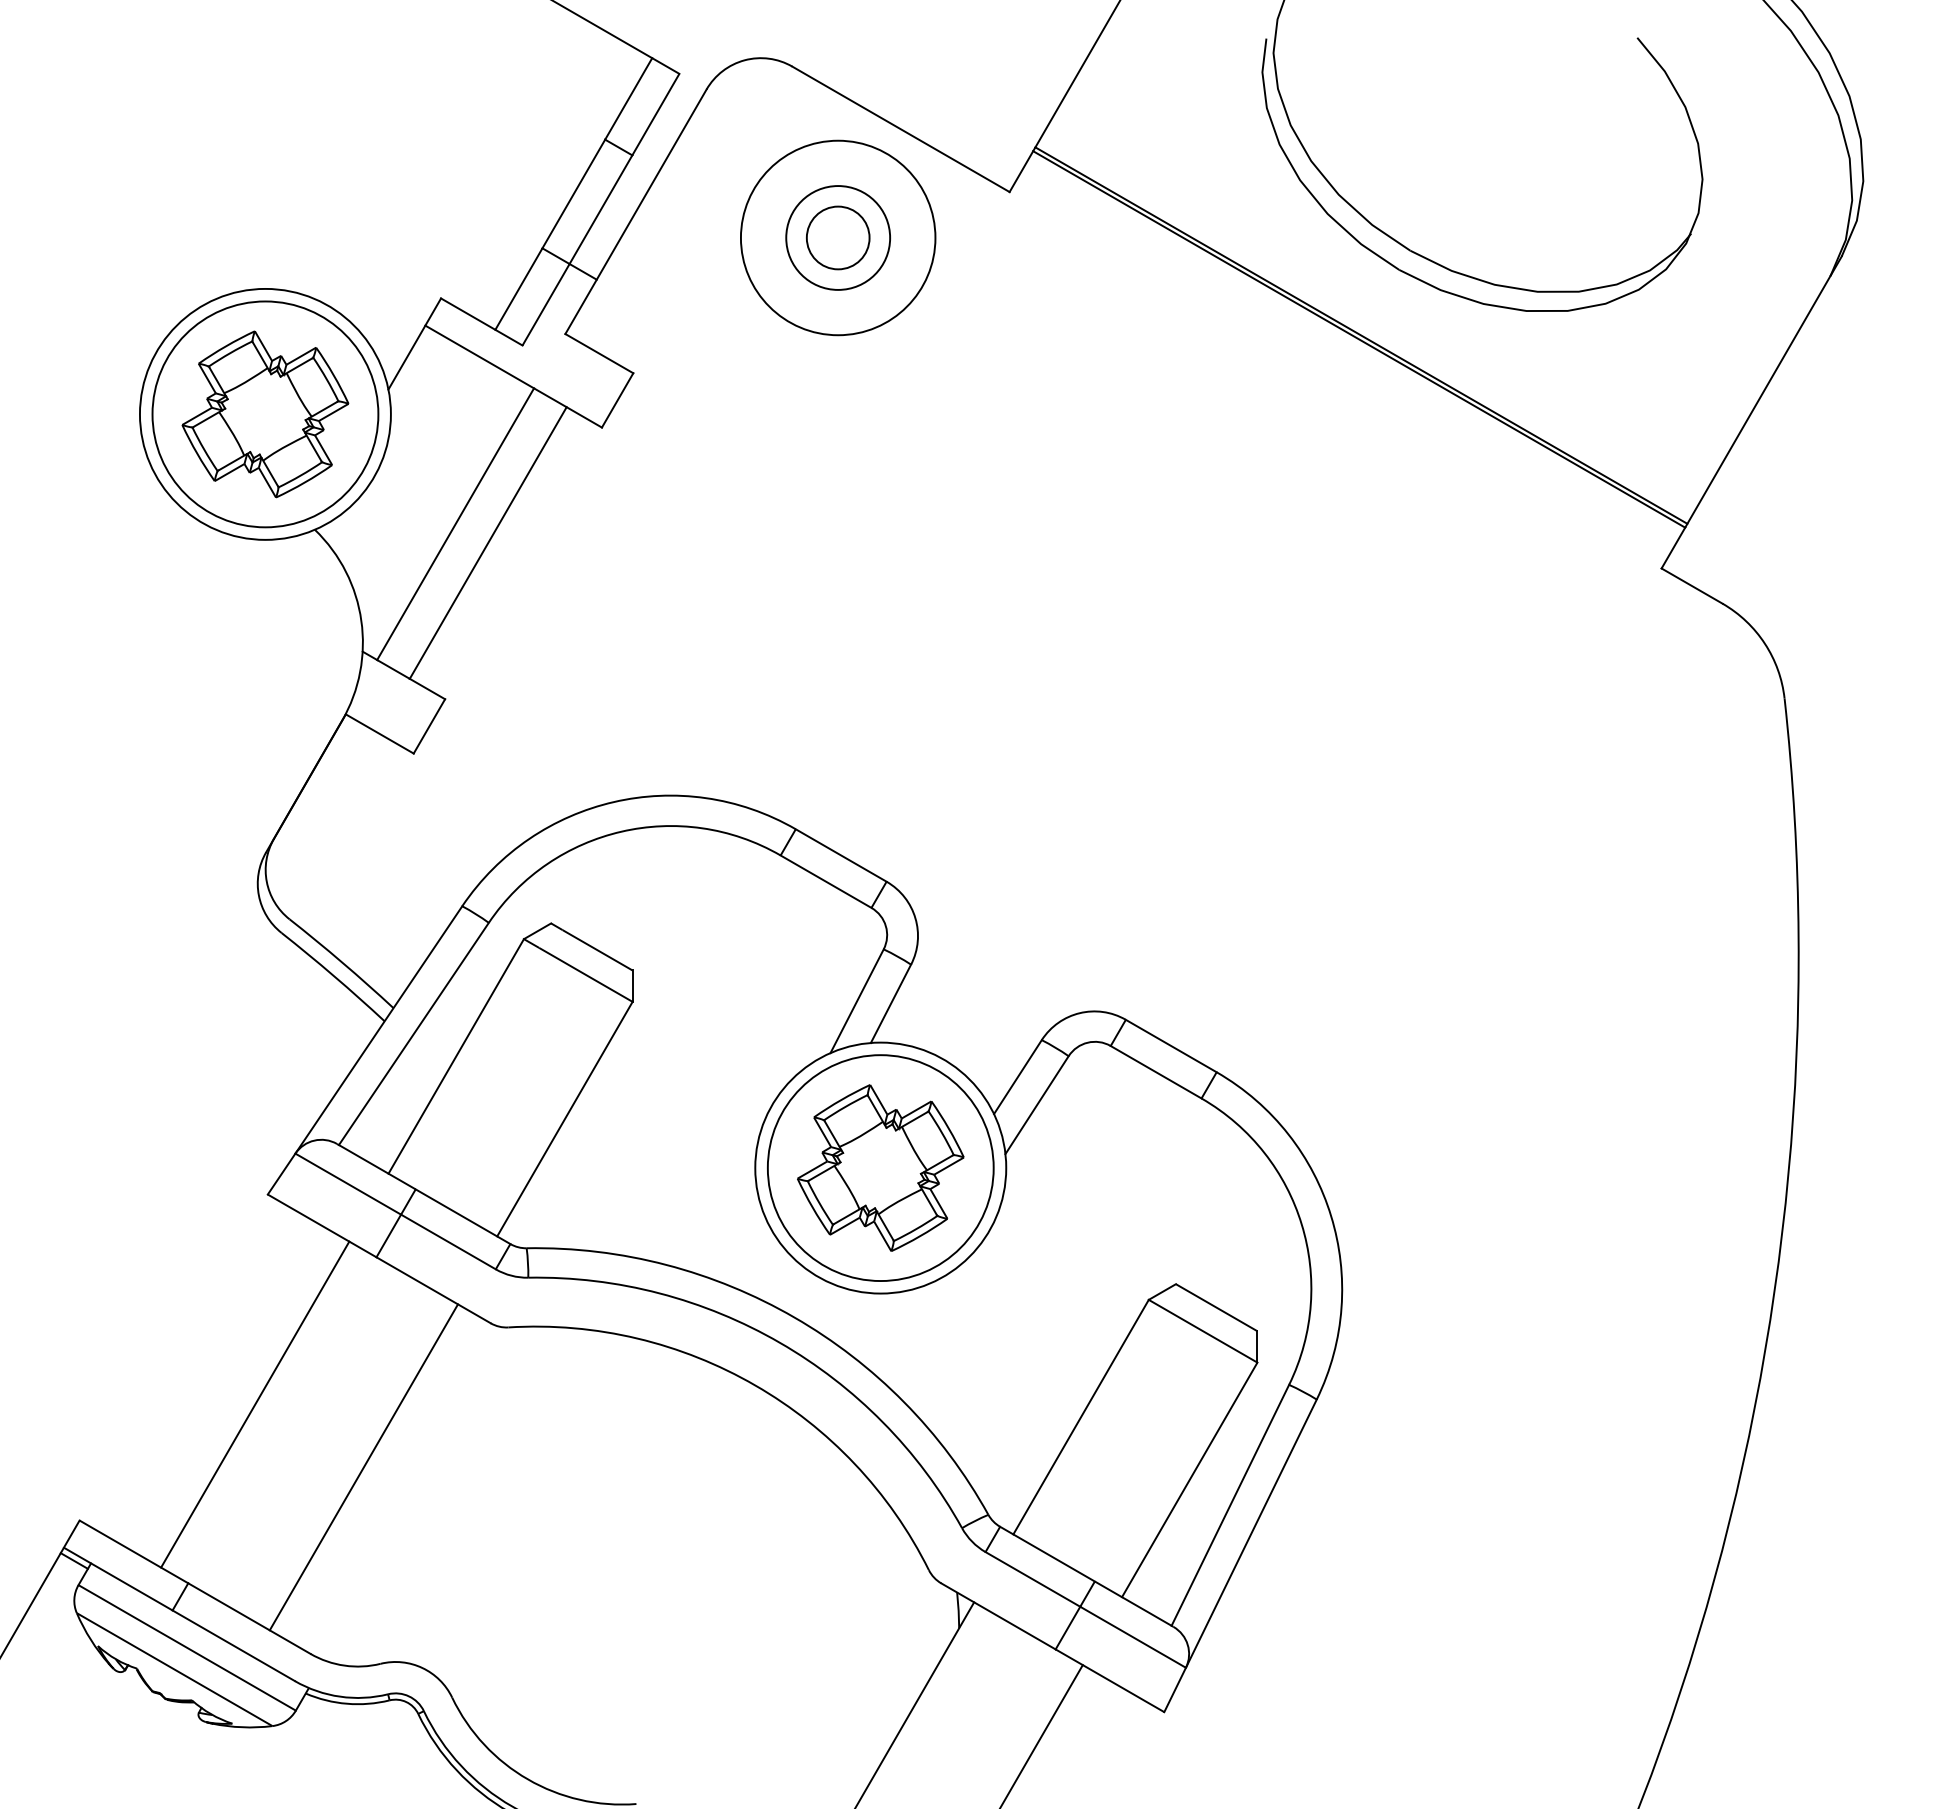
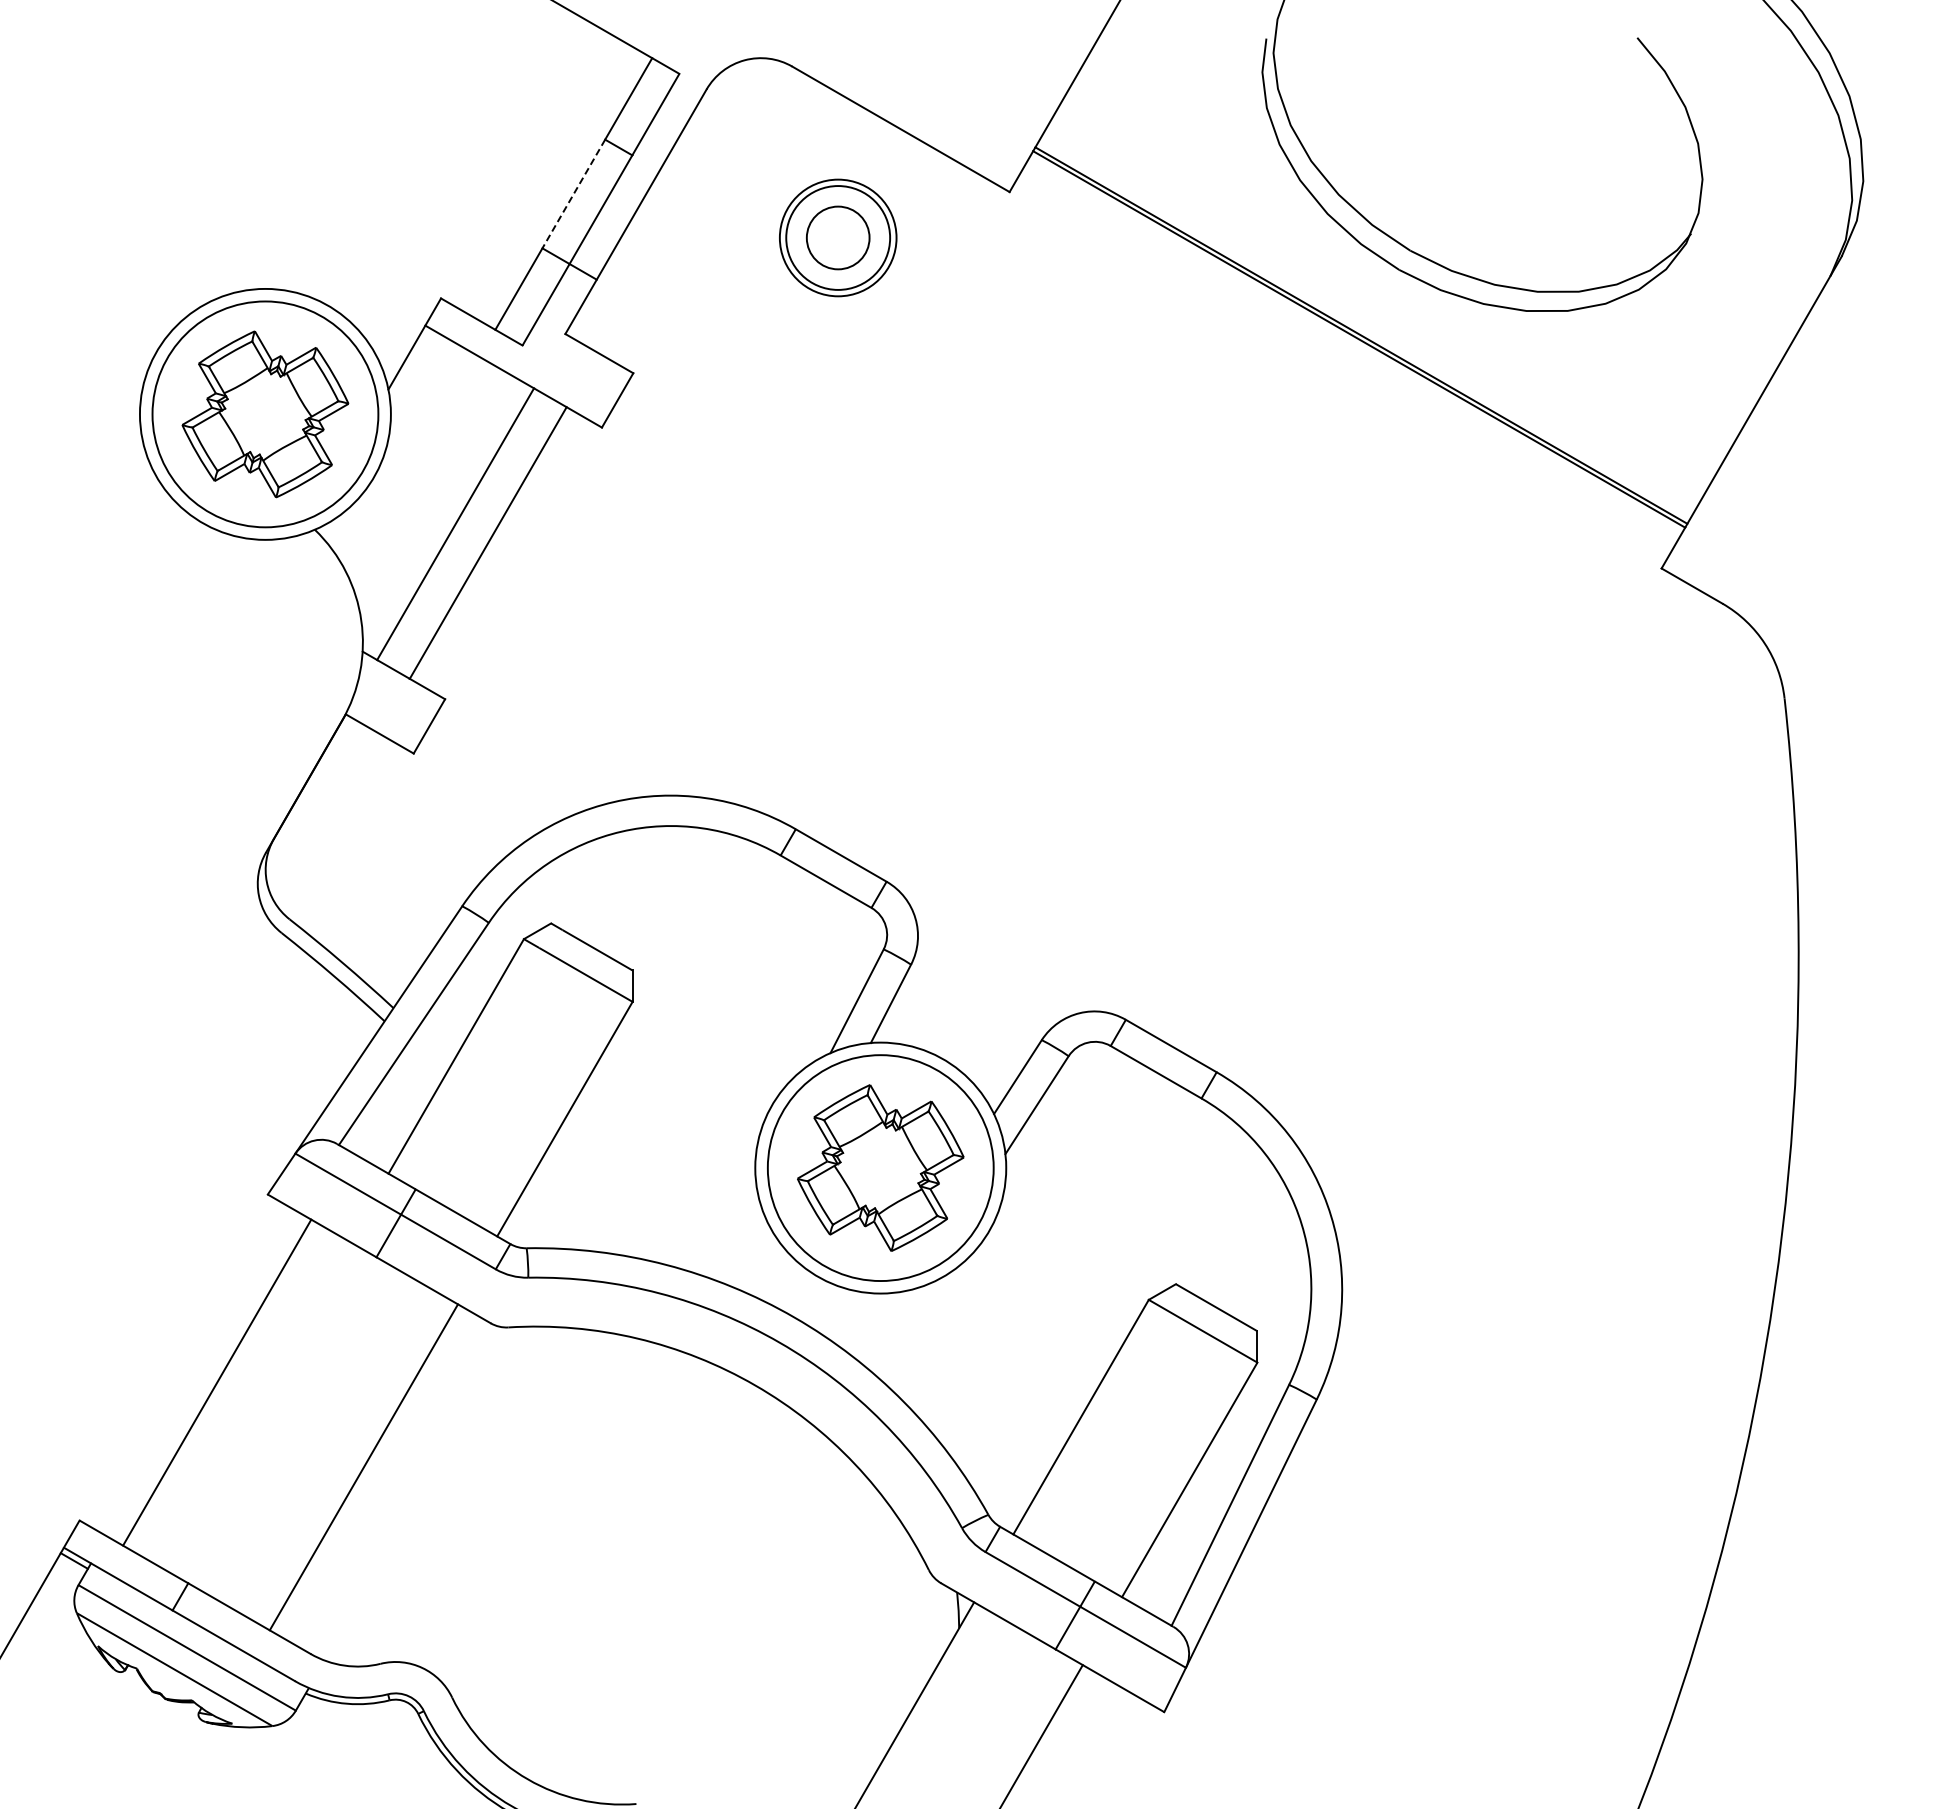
line at (573, 194): solid -> dashed
circle at (837, 237) diameter: 194 px -> 117 px
line at (255, 1404) position: (255, 1404) -> (217, 1382)
